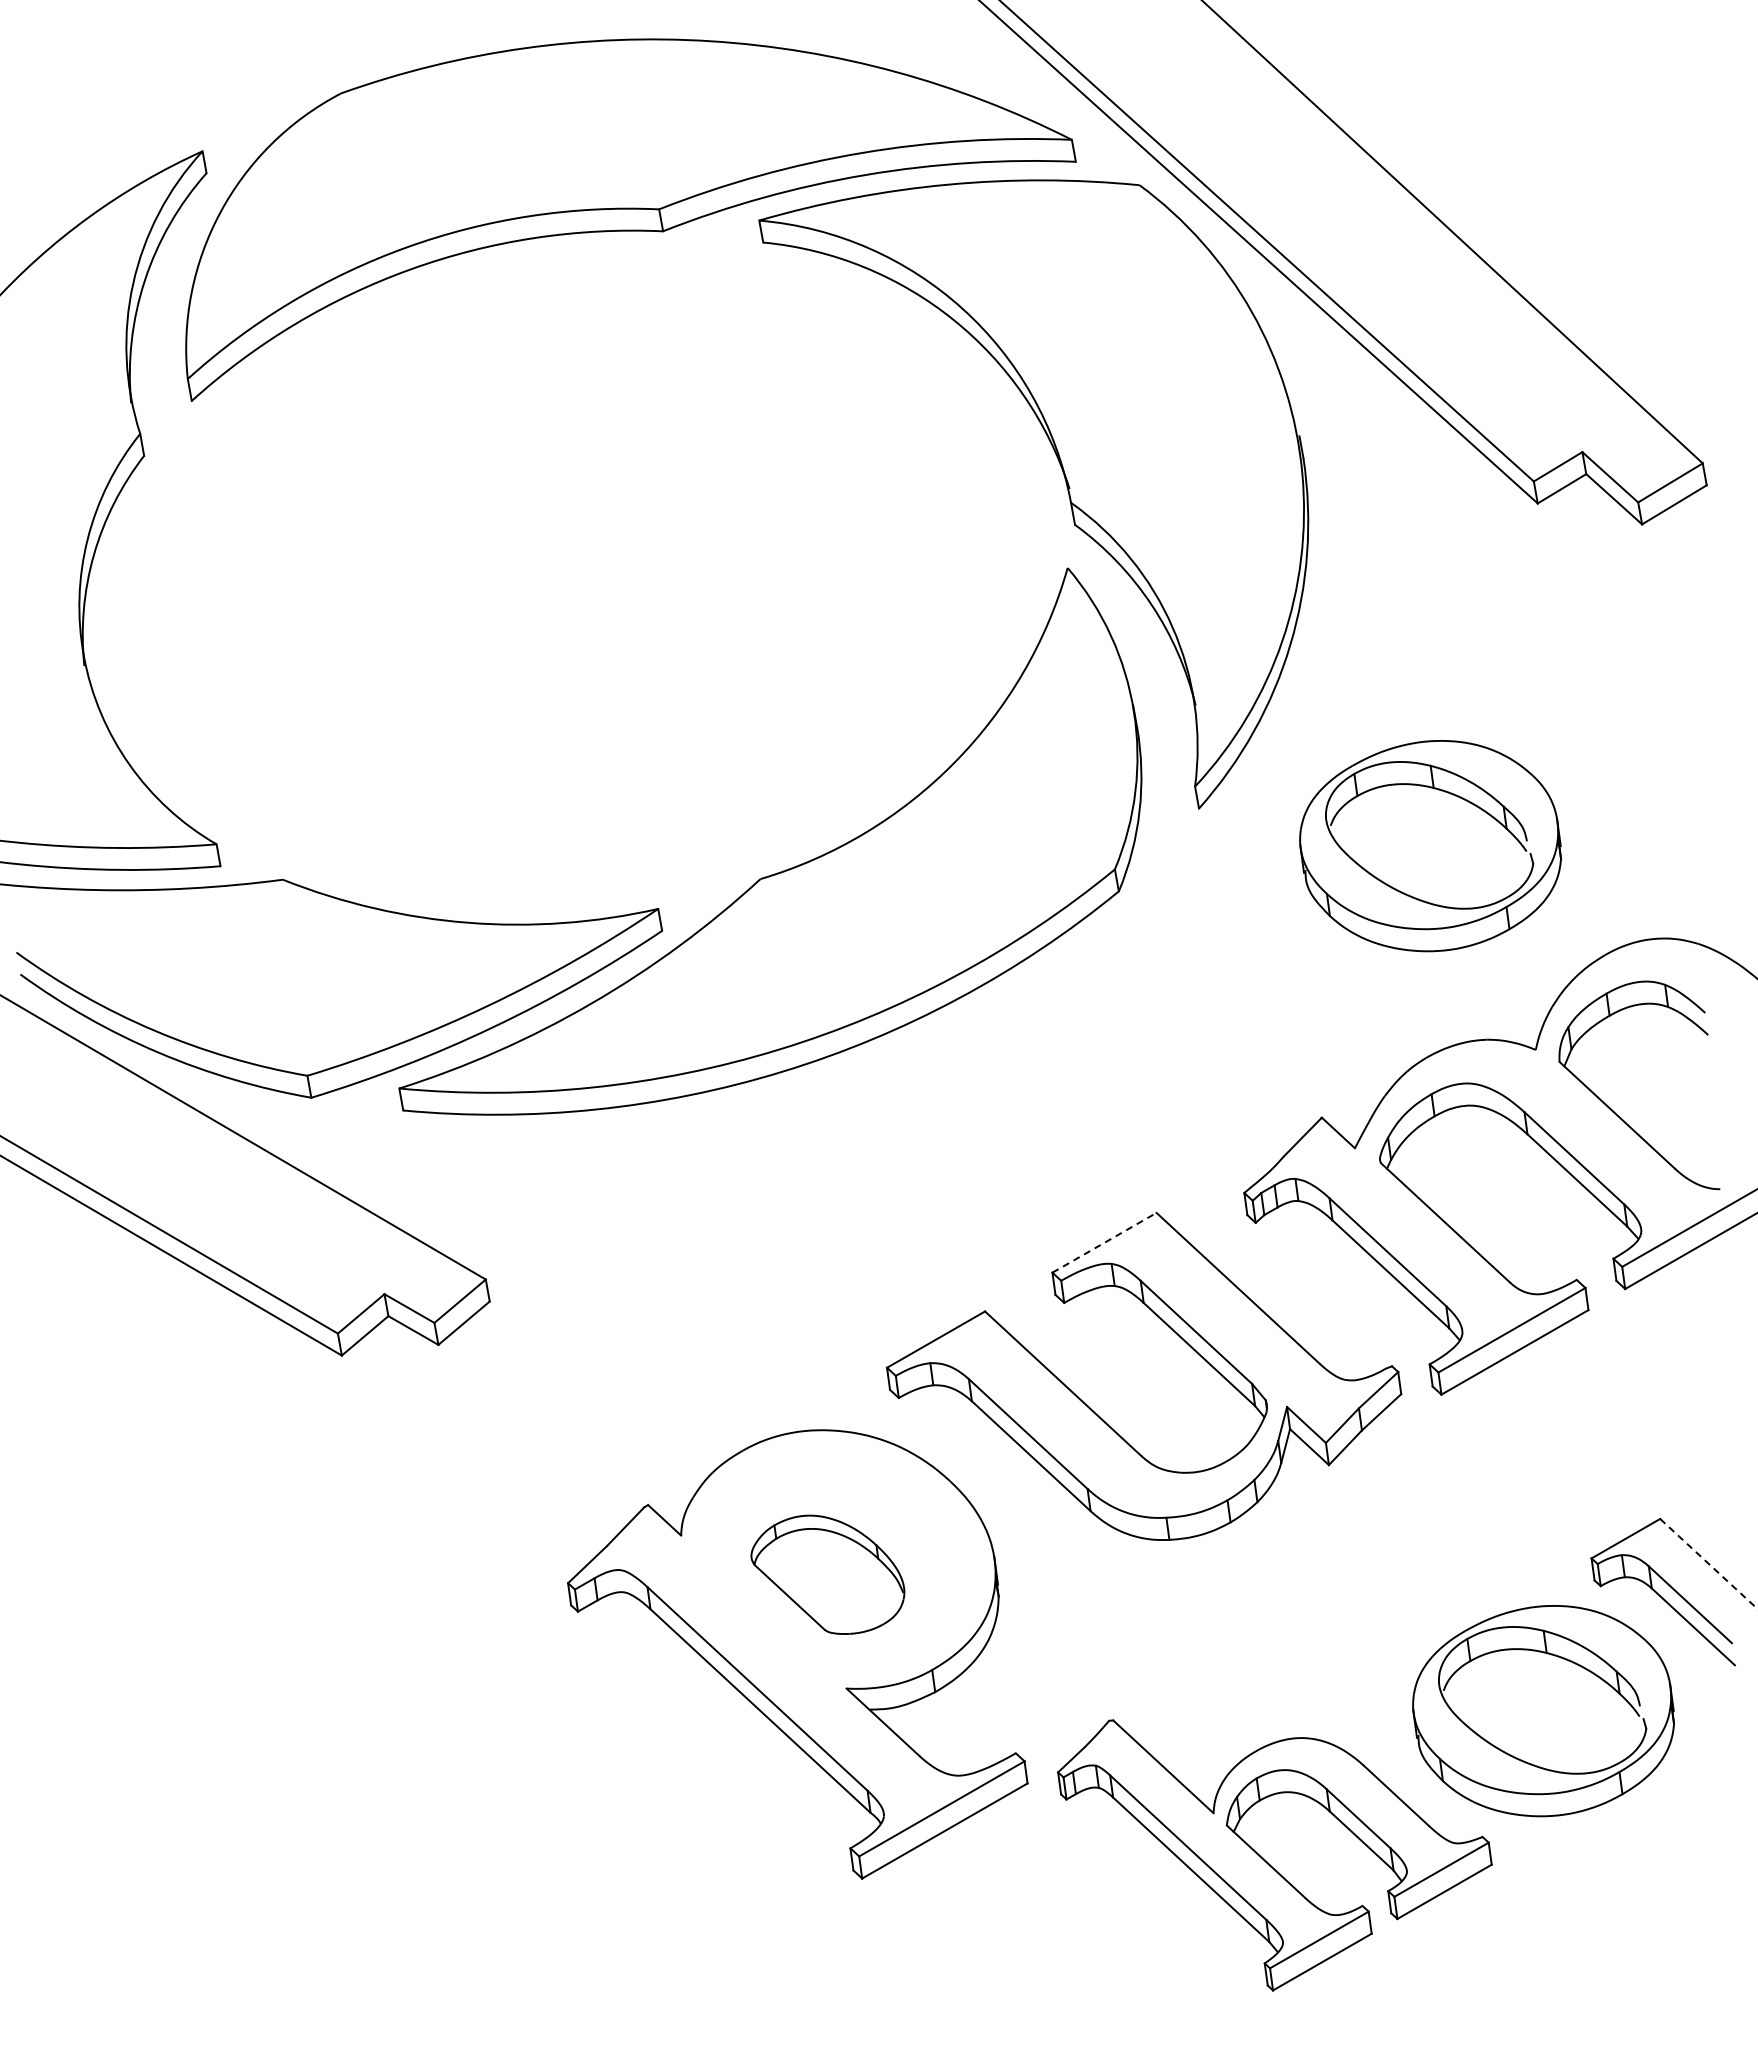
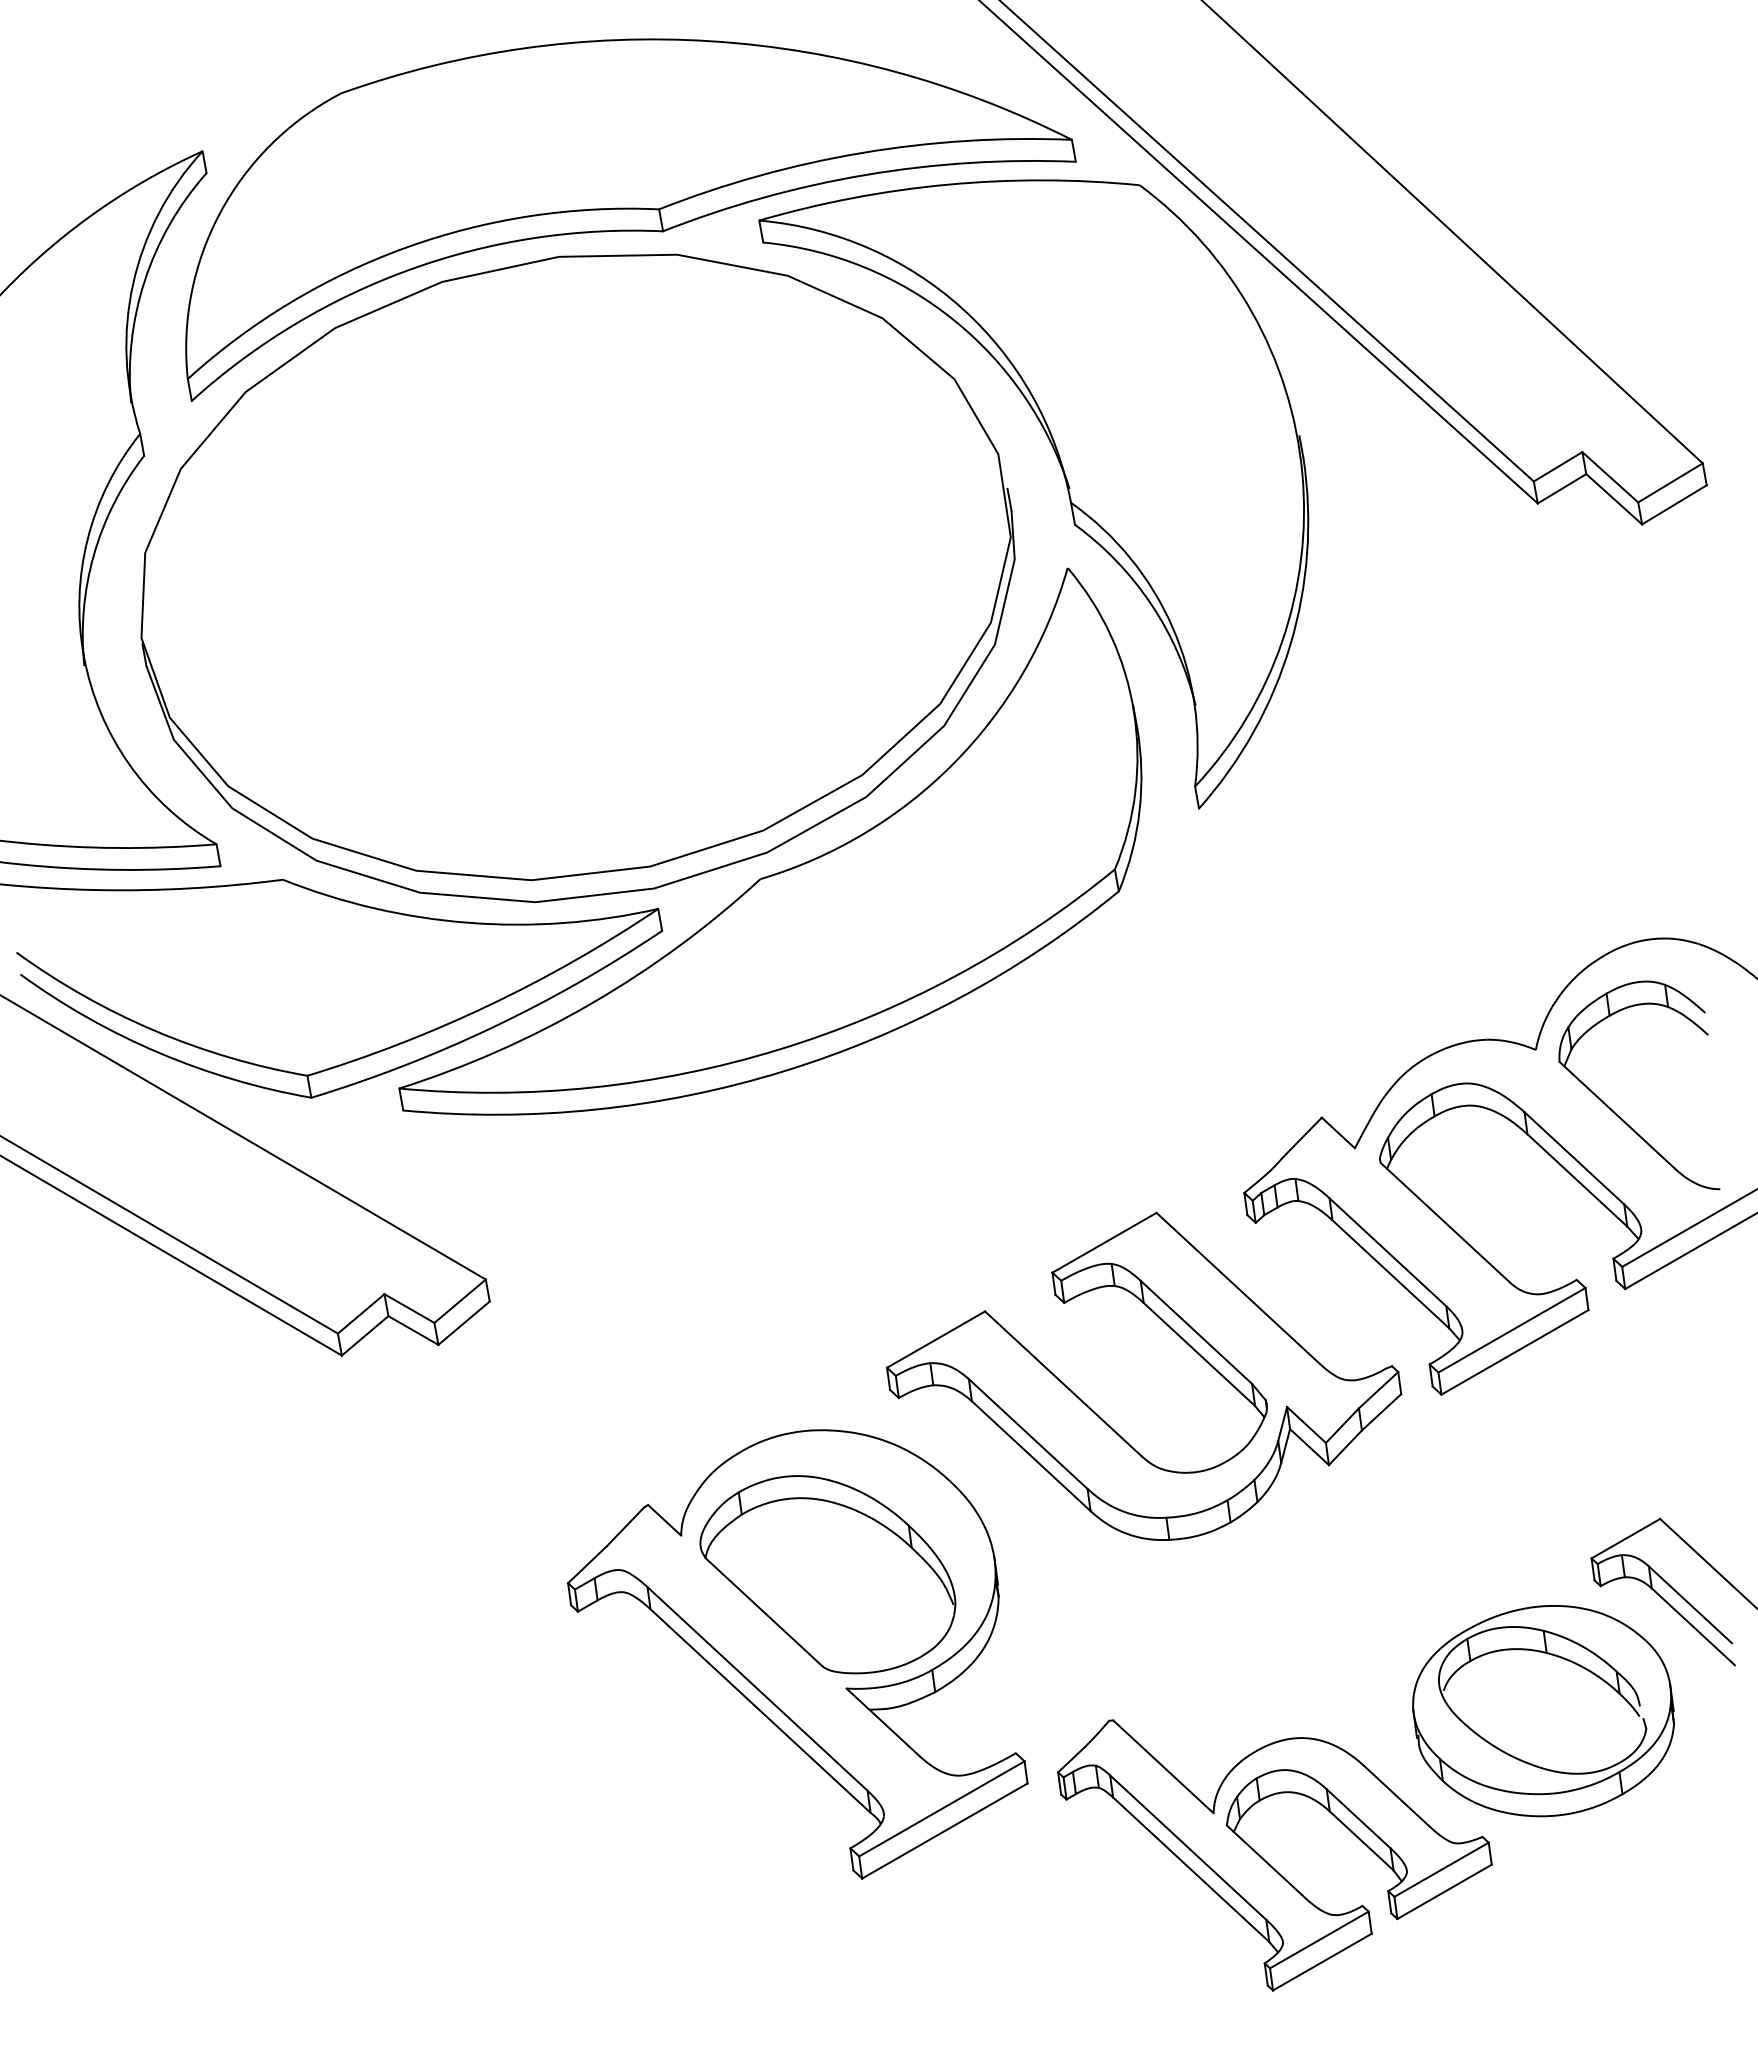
part at (577, 578): none -> present
part at (1430, 846): present -> none
line at (1104, 1242): dashed -> solid
line at (1709, 1564): dashed -> solid
part at (827, 1574) size: 156x121 px -> 258x200 px
